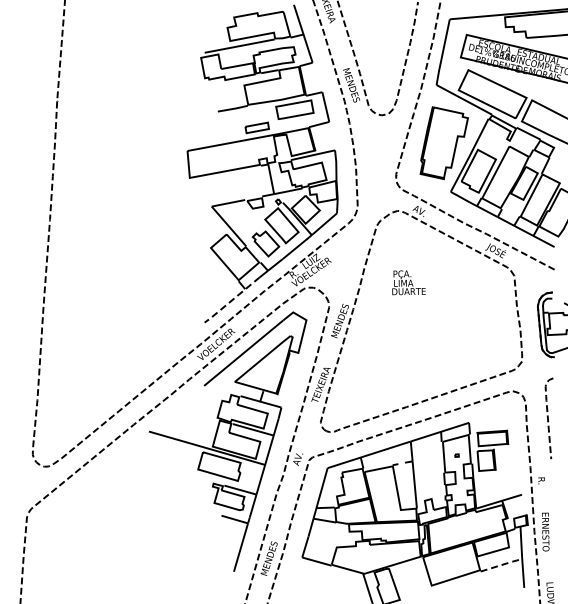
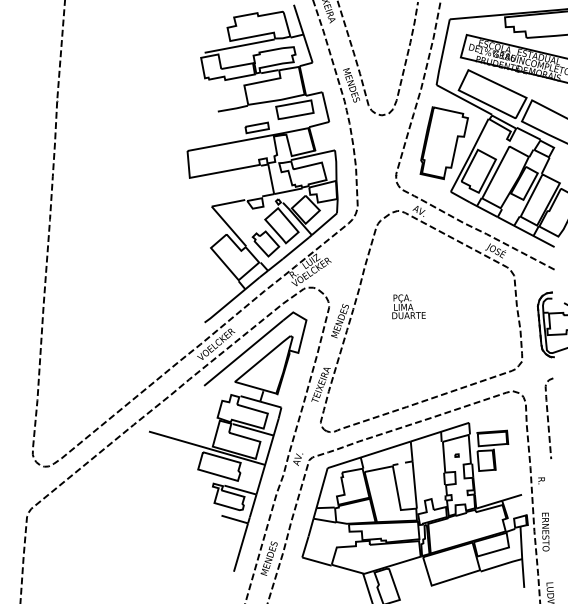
text at (408, 282) position: (408, 282) -> (408, 306)
line at (231, 300): dashed -> solid
line at (502, 564): dashed -> solid
